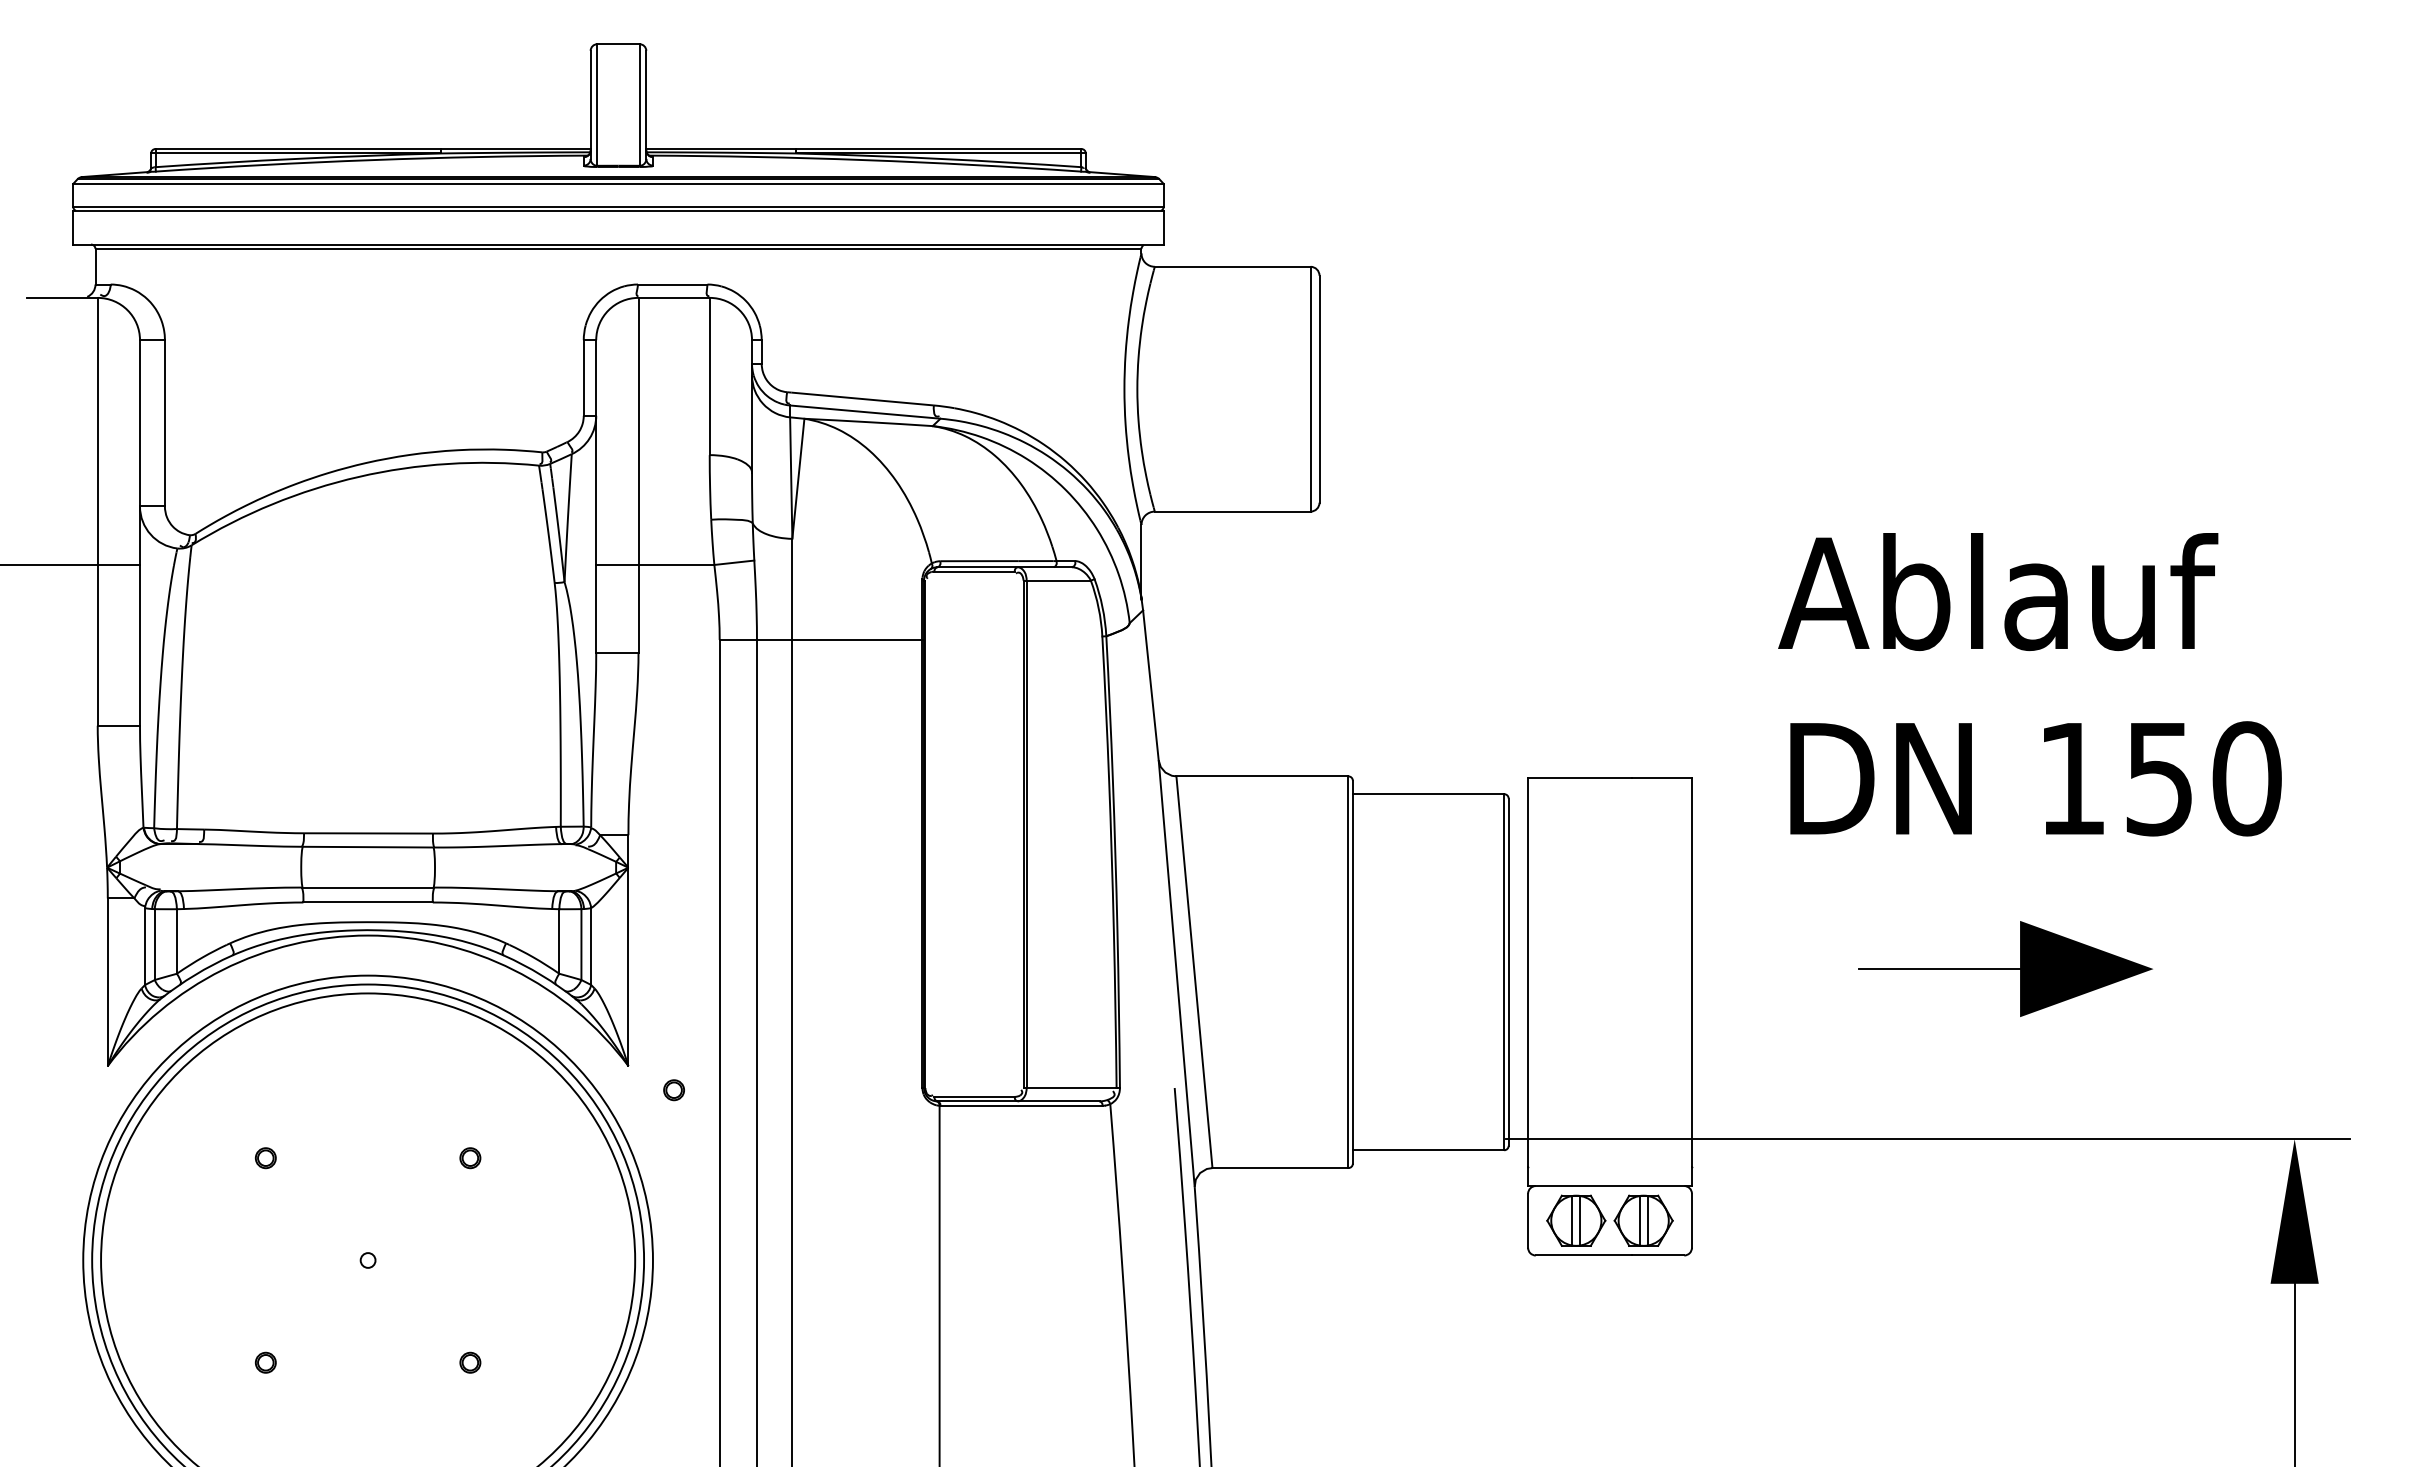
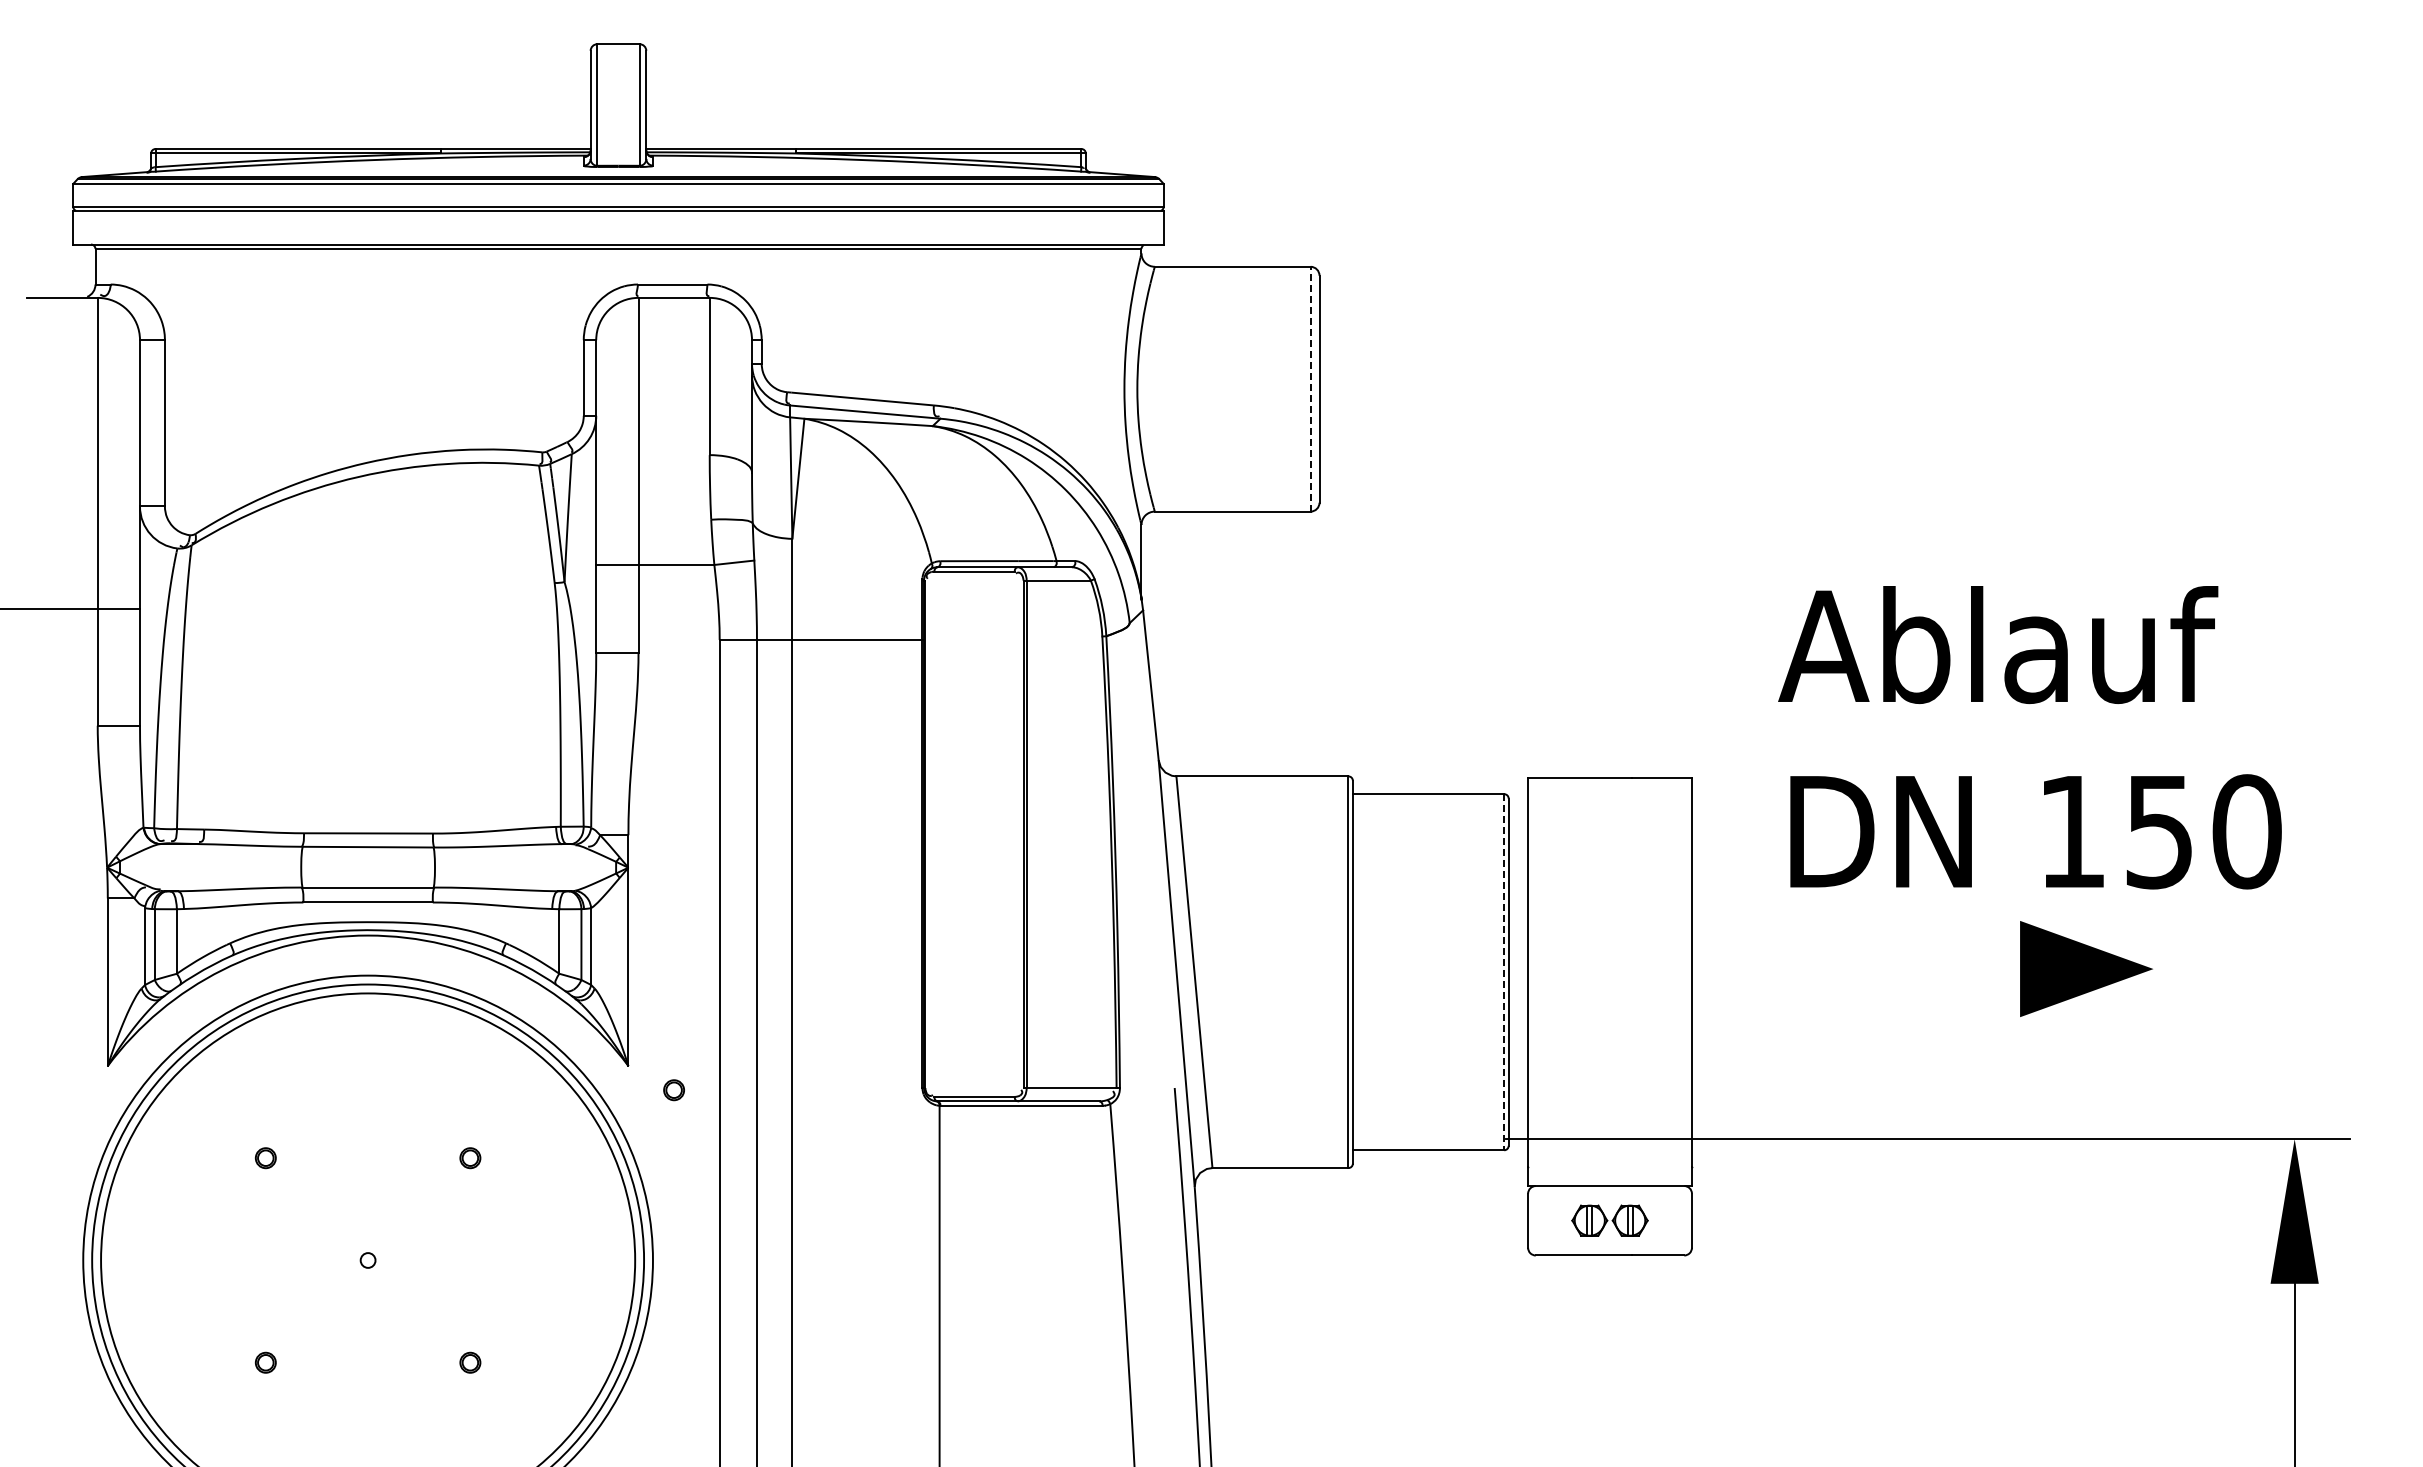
line at (1310, 388): solid -> dashed
line at (71, 564) position: (71, 564) -> (71, 608)
text at (2029, 684) position: (2029, 684) -> (2029, 737)
line at (1939, 969): present -> none
line at (1504, 972): solid -> dashed
part at (1609, 1220) size: 128x53 px -> 78x33 px
